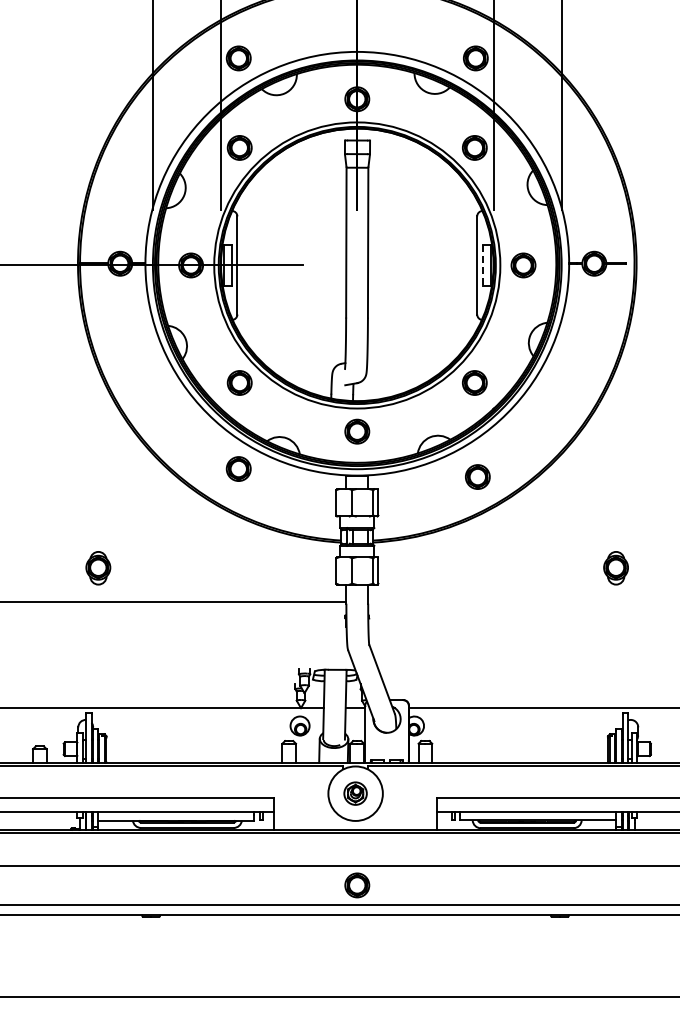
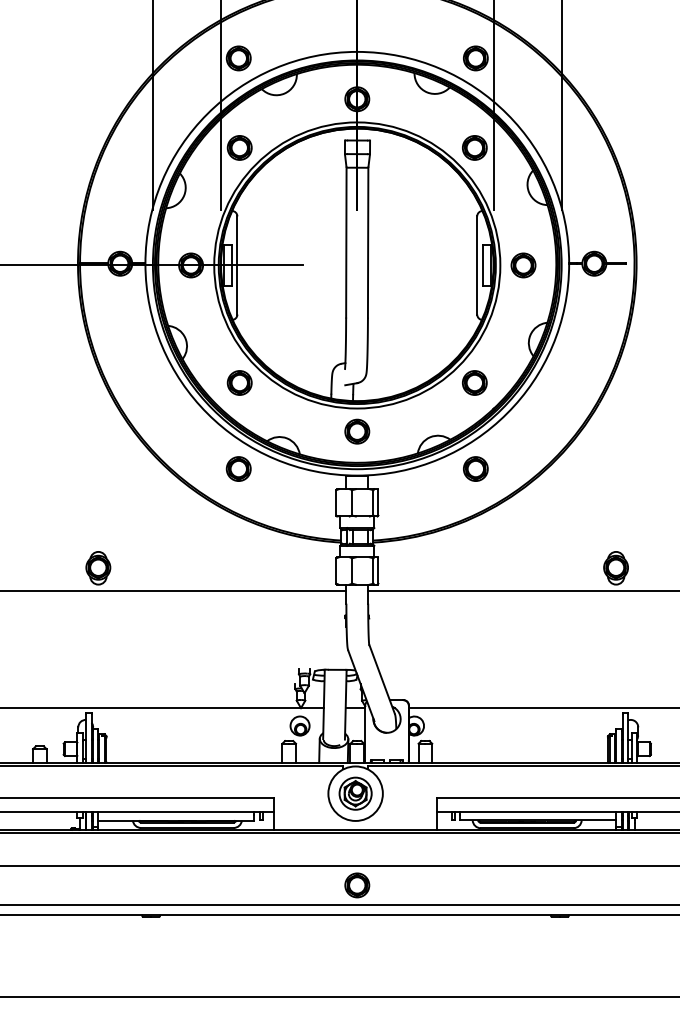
line at (482, 265): dashed -> solid
part at (477, 476) position: (477, 476) -> (475, 468)
line at (522, 591): none -> present
line at (174, 602) position: (174, 602) -> (174, 591)
part at (355, 793) size: 25x25 px -> 35x35 px
